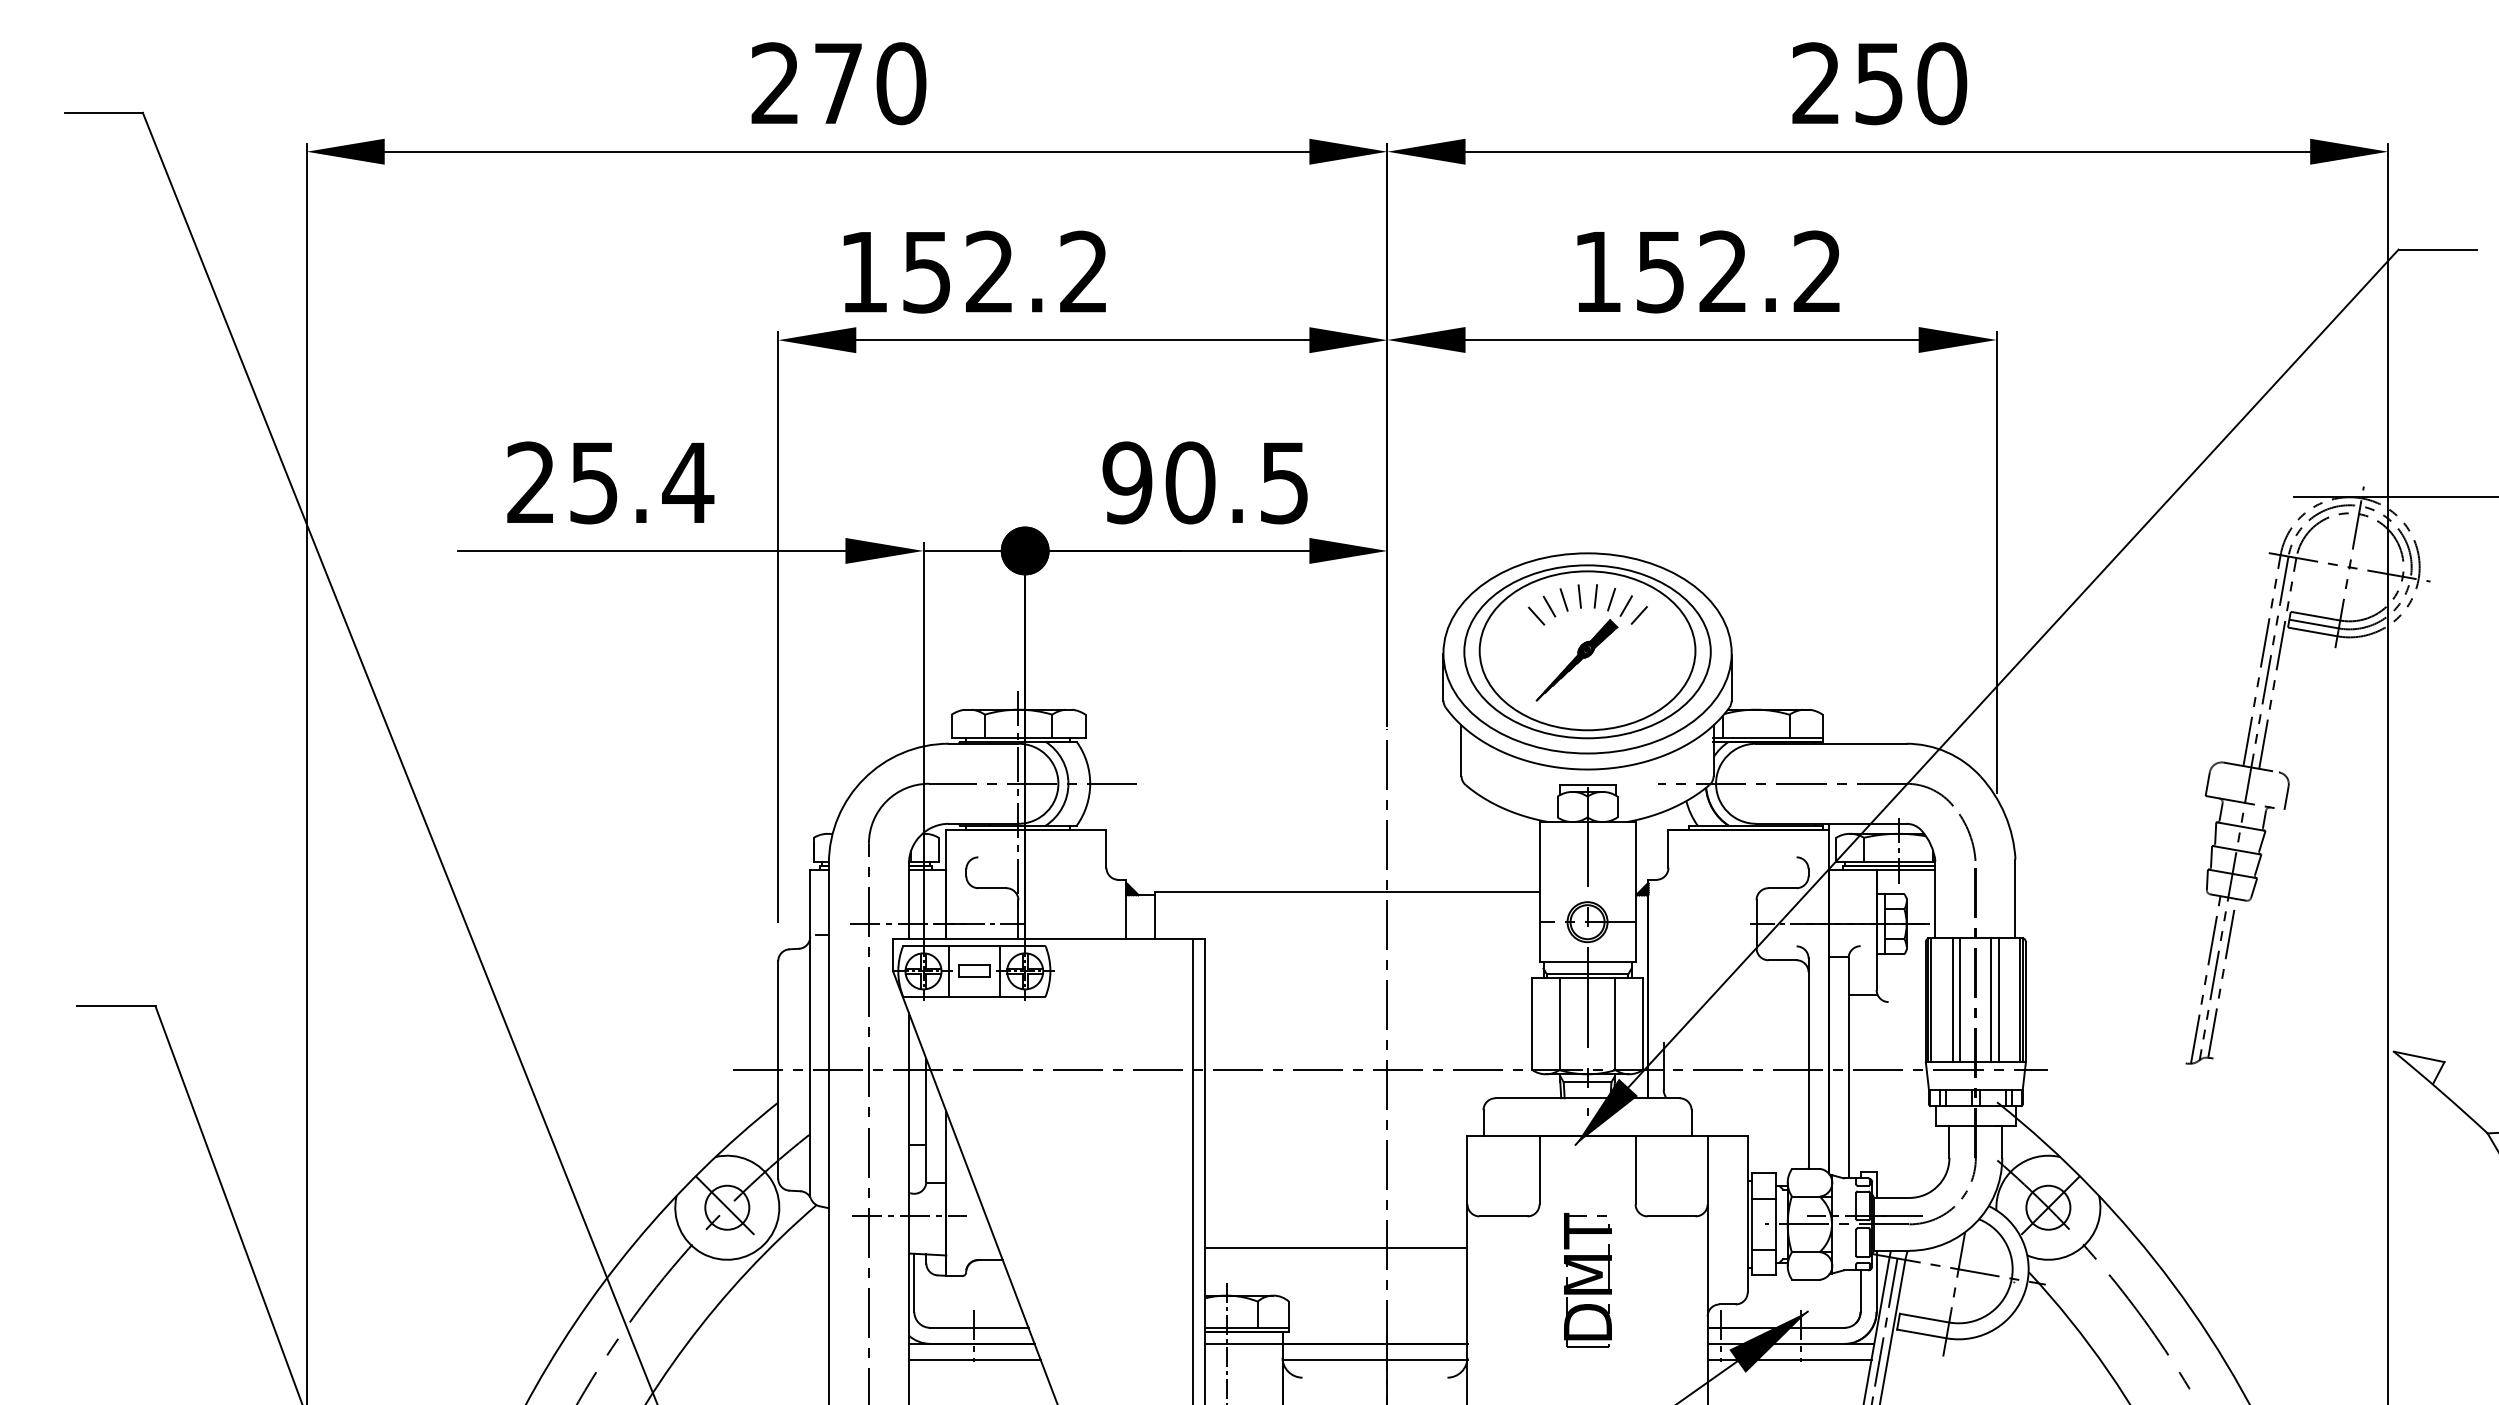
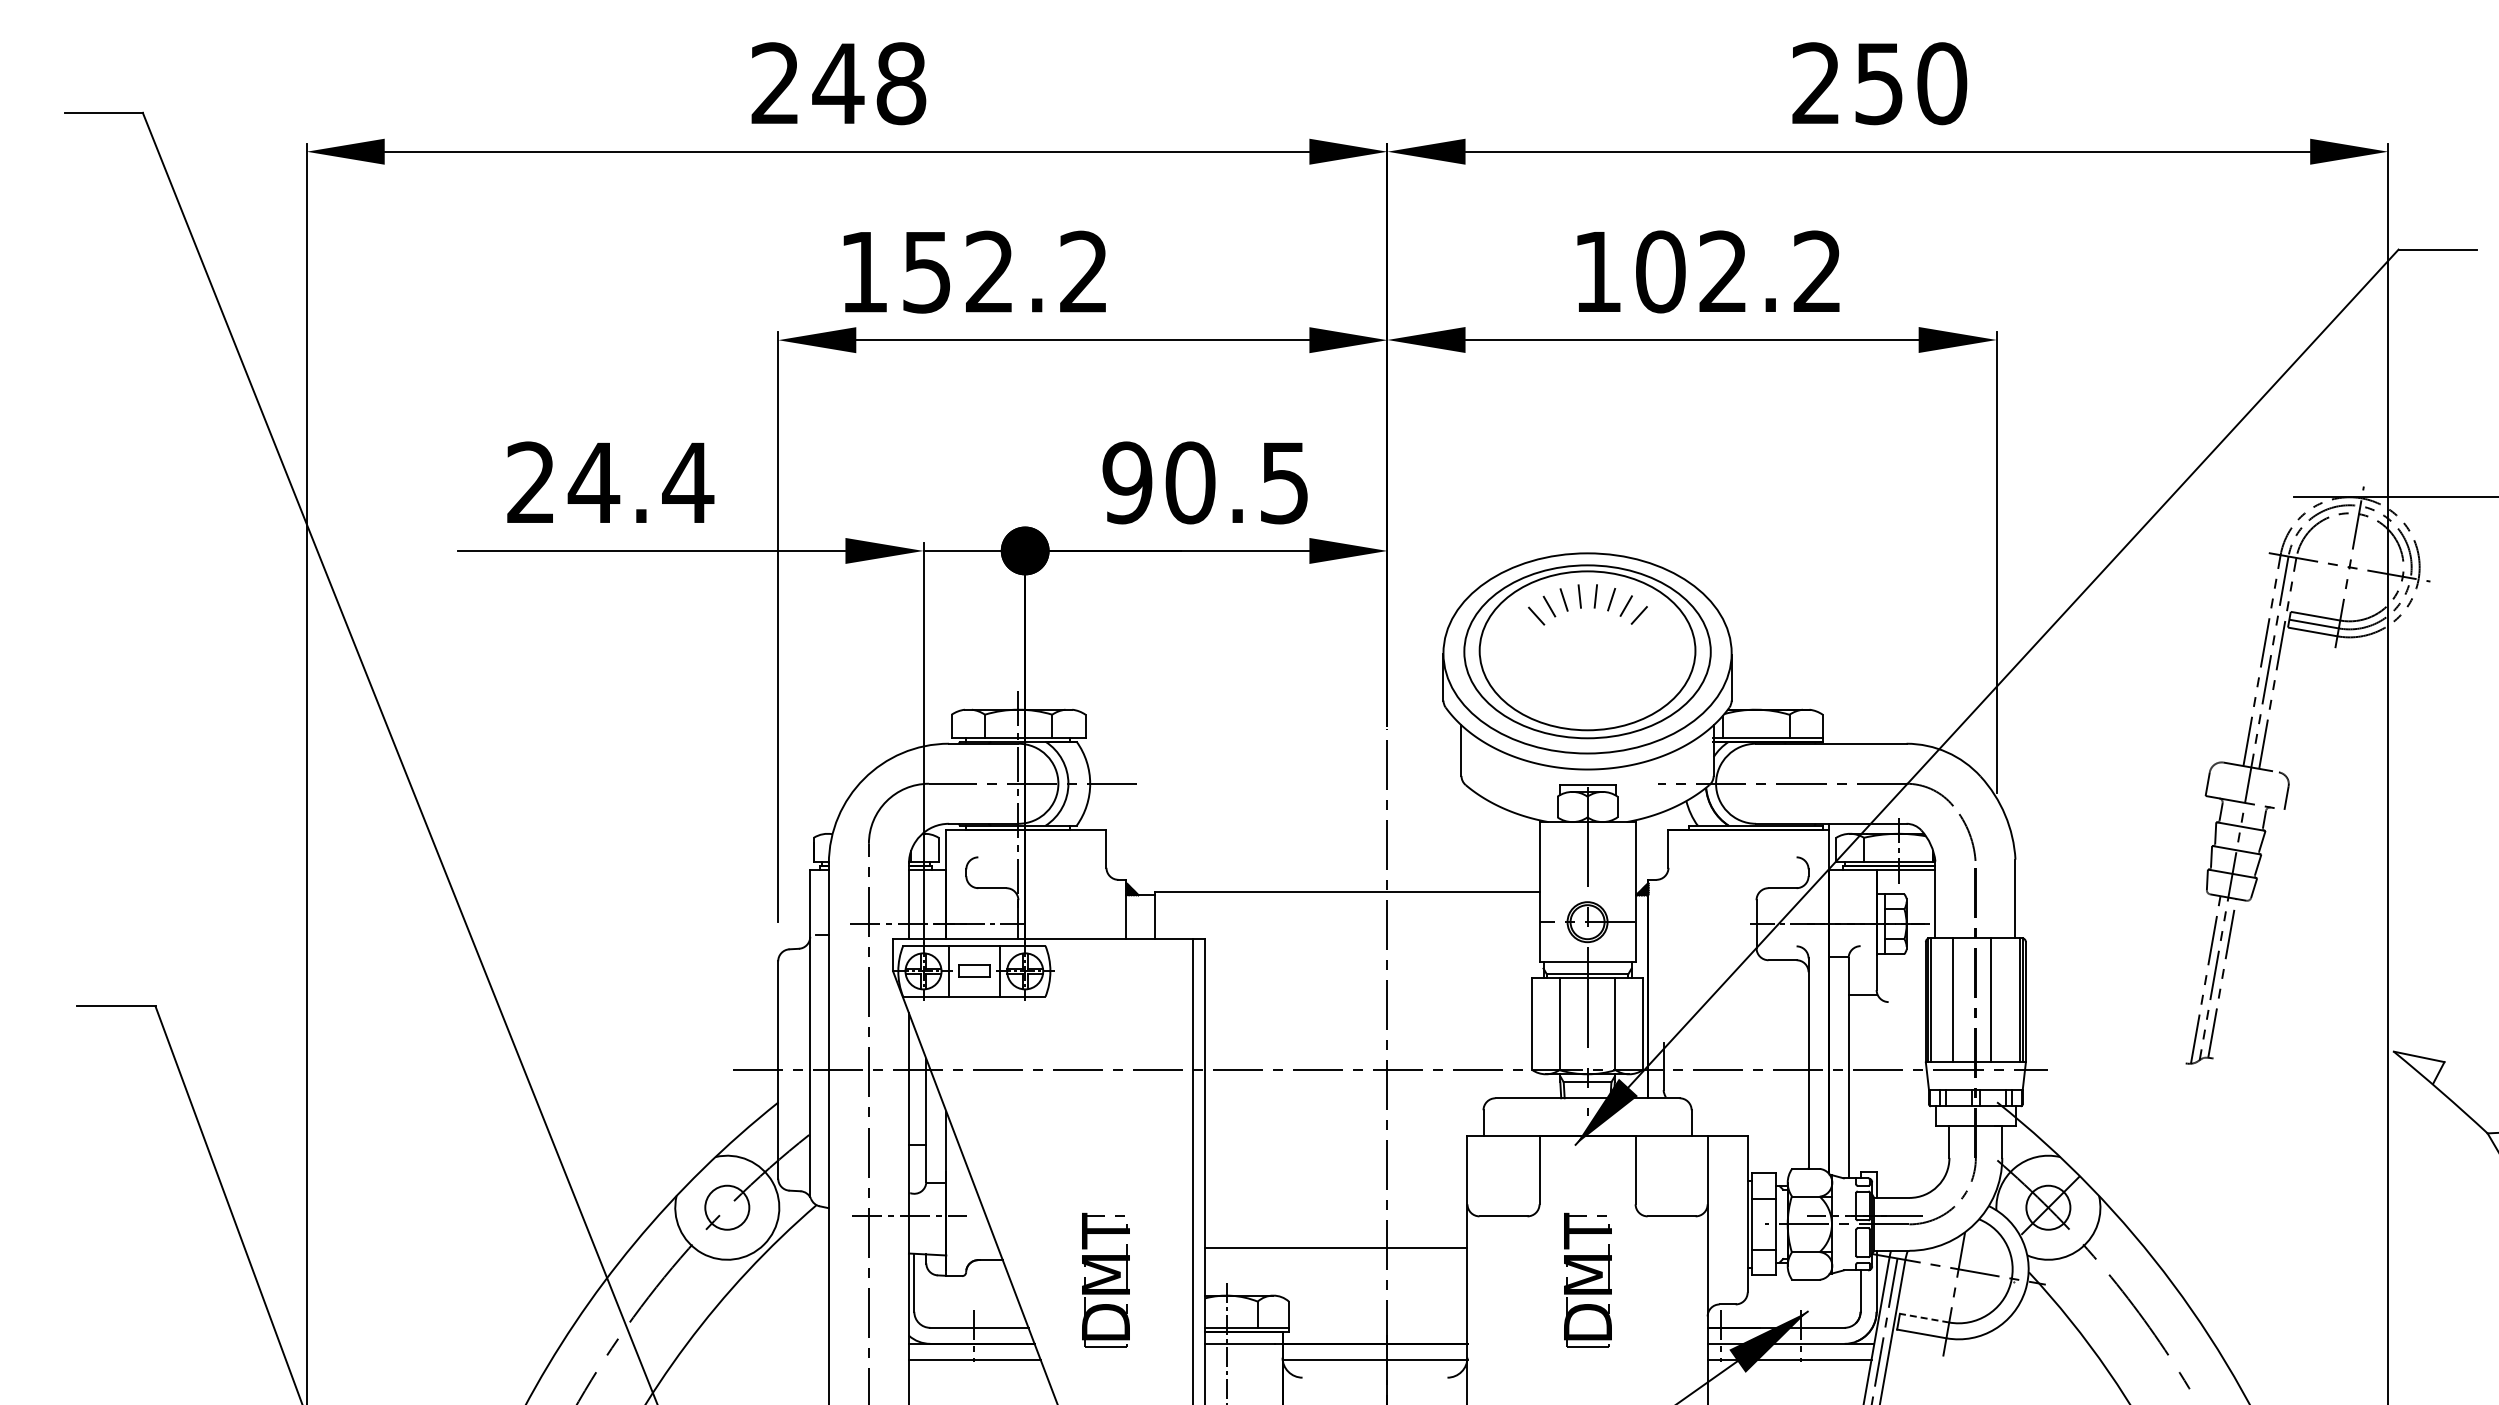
text at (869, 83): 270 -> 248
text at (1660, 271): 152.2 -> 102.2
text at (593, 483): 25.4 -> 24.4
part at (1576, 660): present -> none
line at (1960, 1000): present -> none
line at (1998, 1000): present -> none
line at (724, 1205): present -> none
part at (1105, 1279): none -> present
line at (1924, 1318): solid -> dashed
